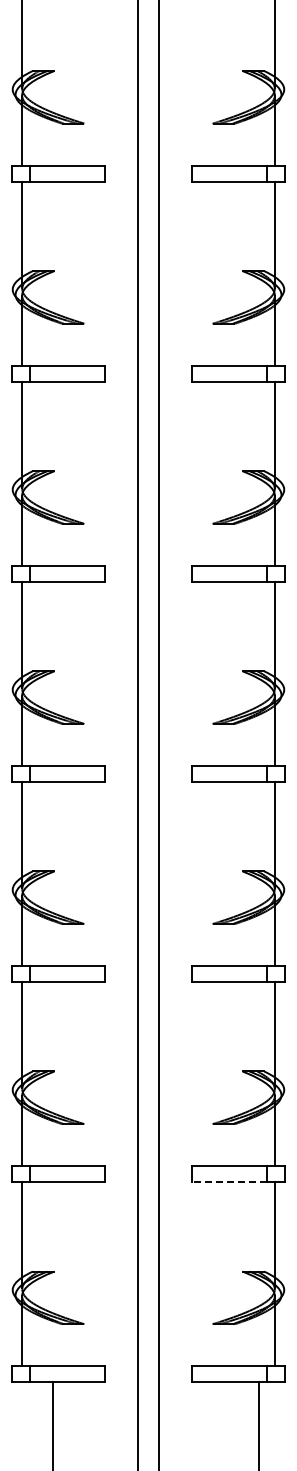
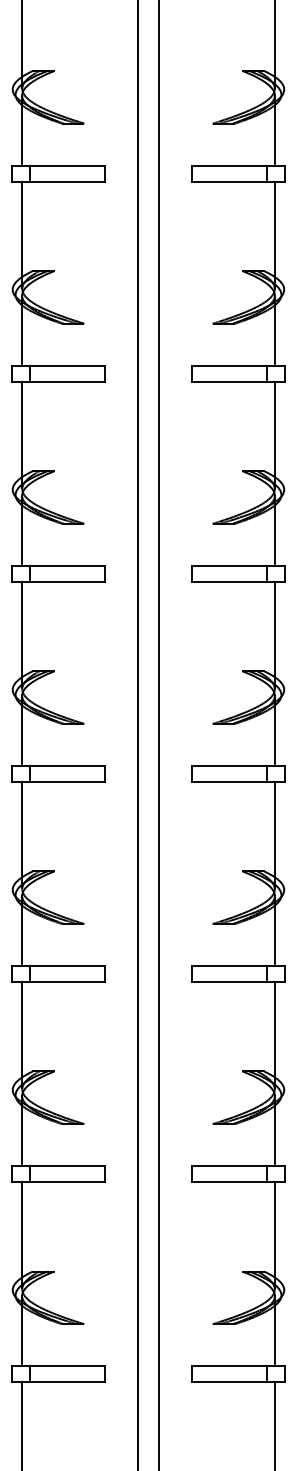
line at (229, 1182): dashed -> solid
line at (53, 1424) position: (53, 1424) -> (22, 1424)
line at (258, 1424) position: (258, 1424) -> (274, 1424)
